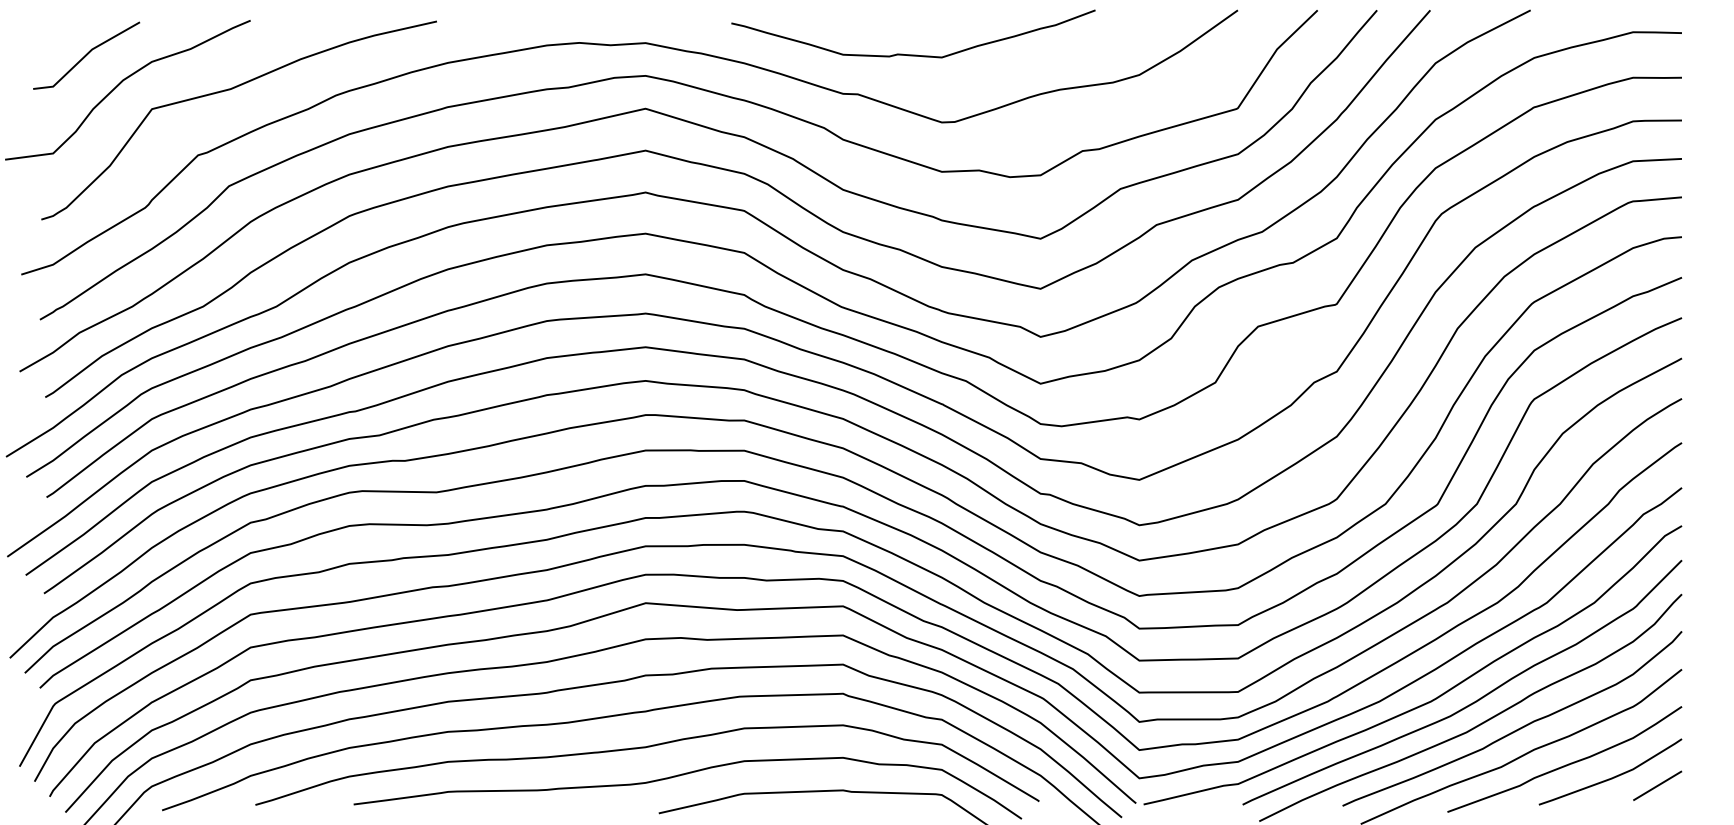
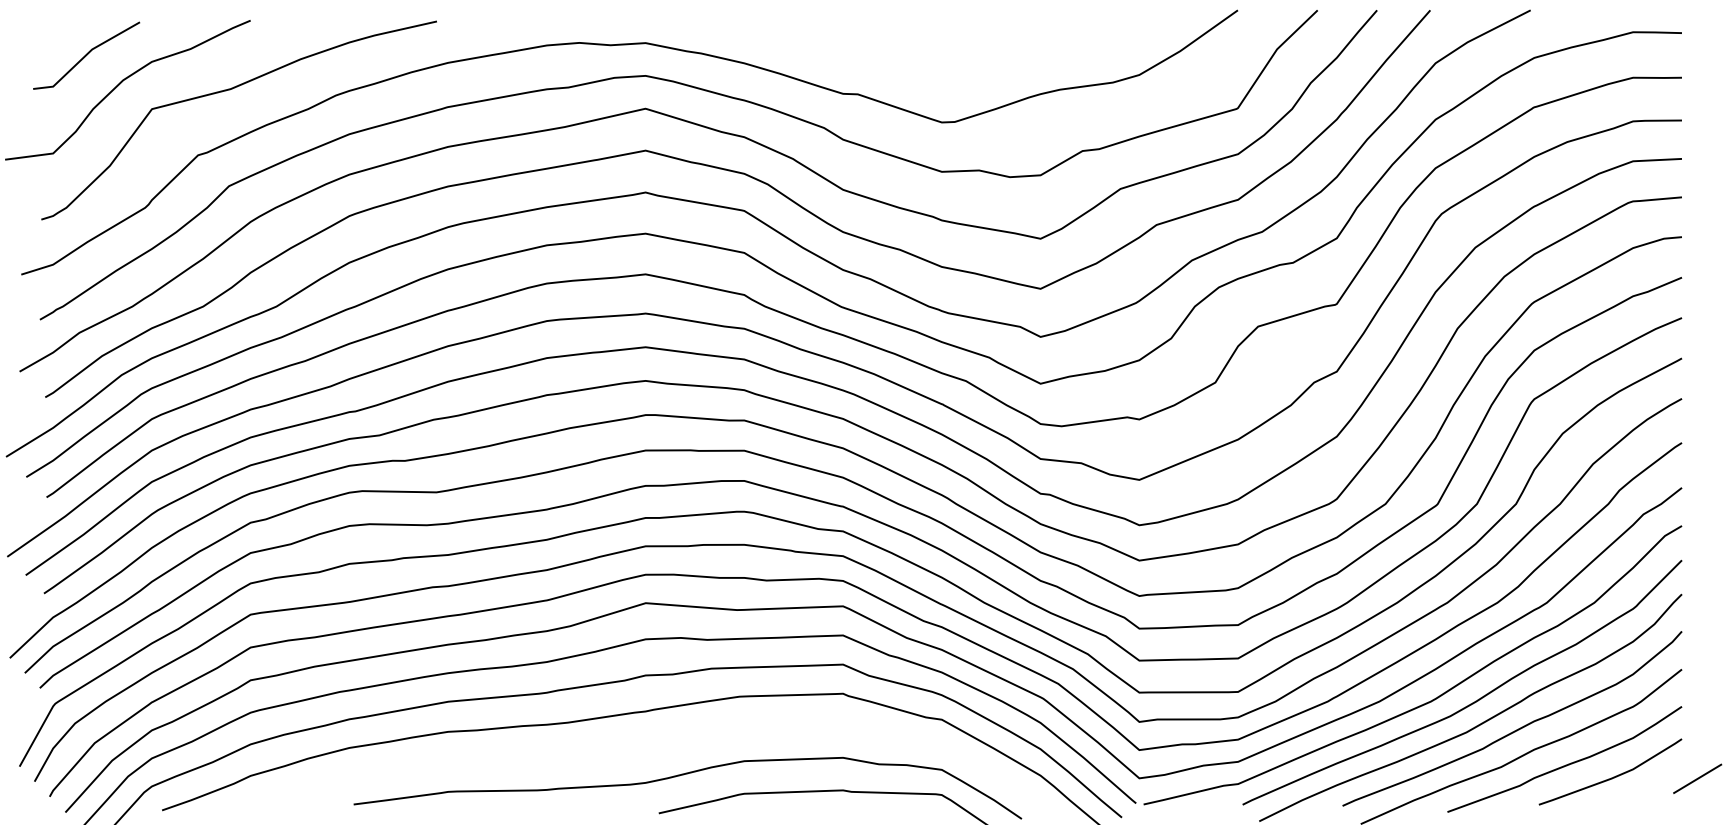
curve at (913, 54): present -> none
curve at (645, 748): present -> none
line at (1657, 785) position: (1657, 785) -> (1697, 778)
